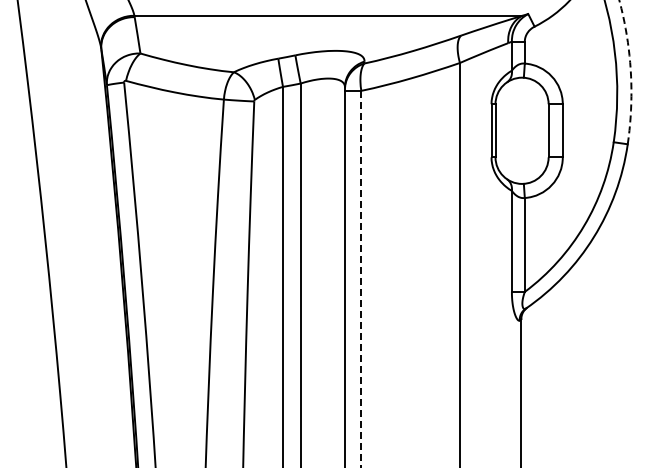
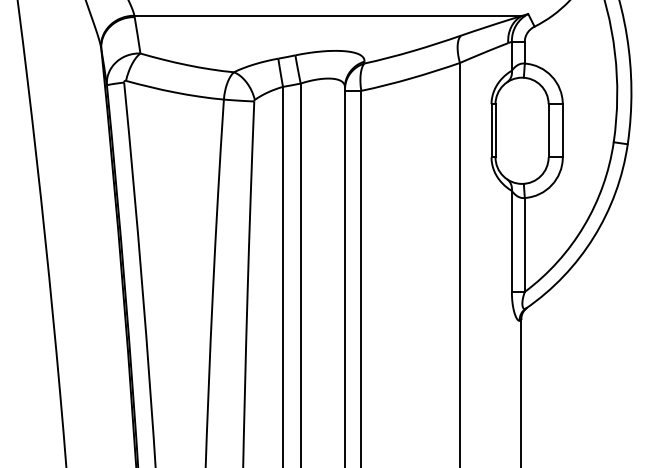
arc at (630, 71): dashed -> solid
line at (361, 279): dashed -> solid
